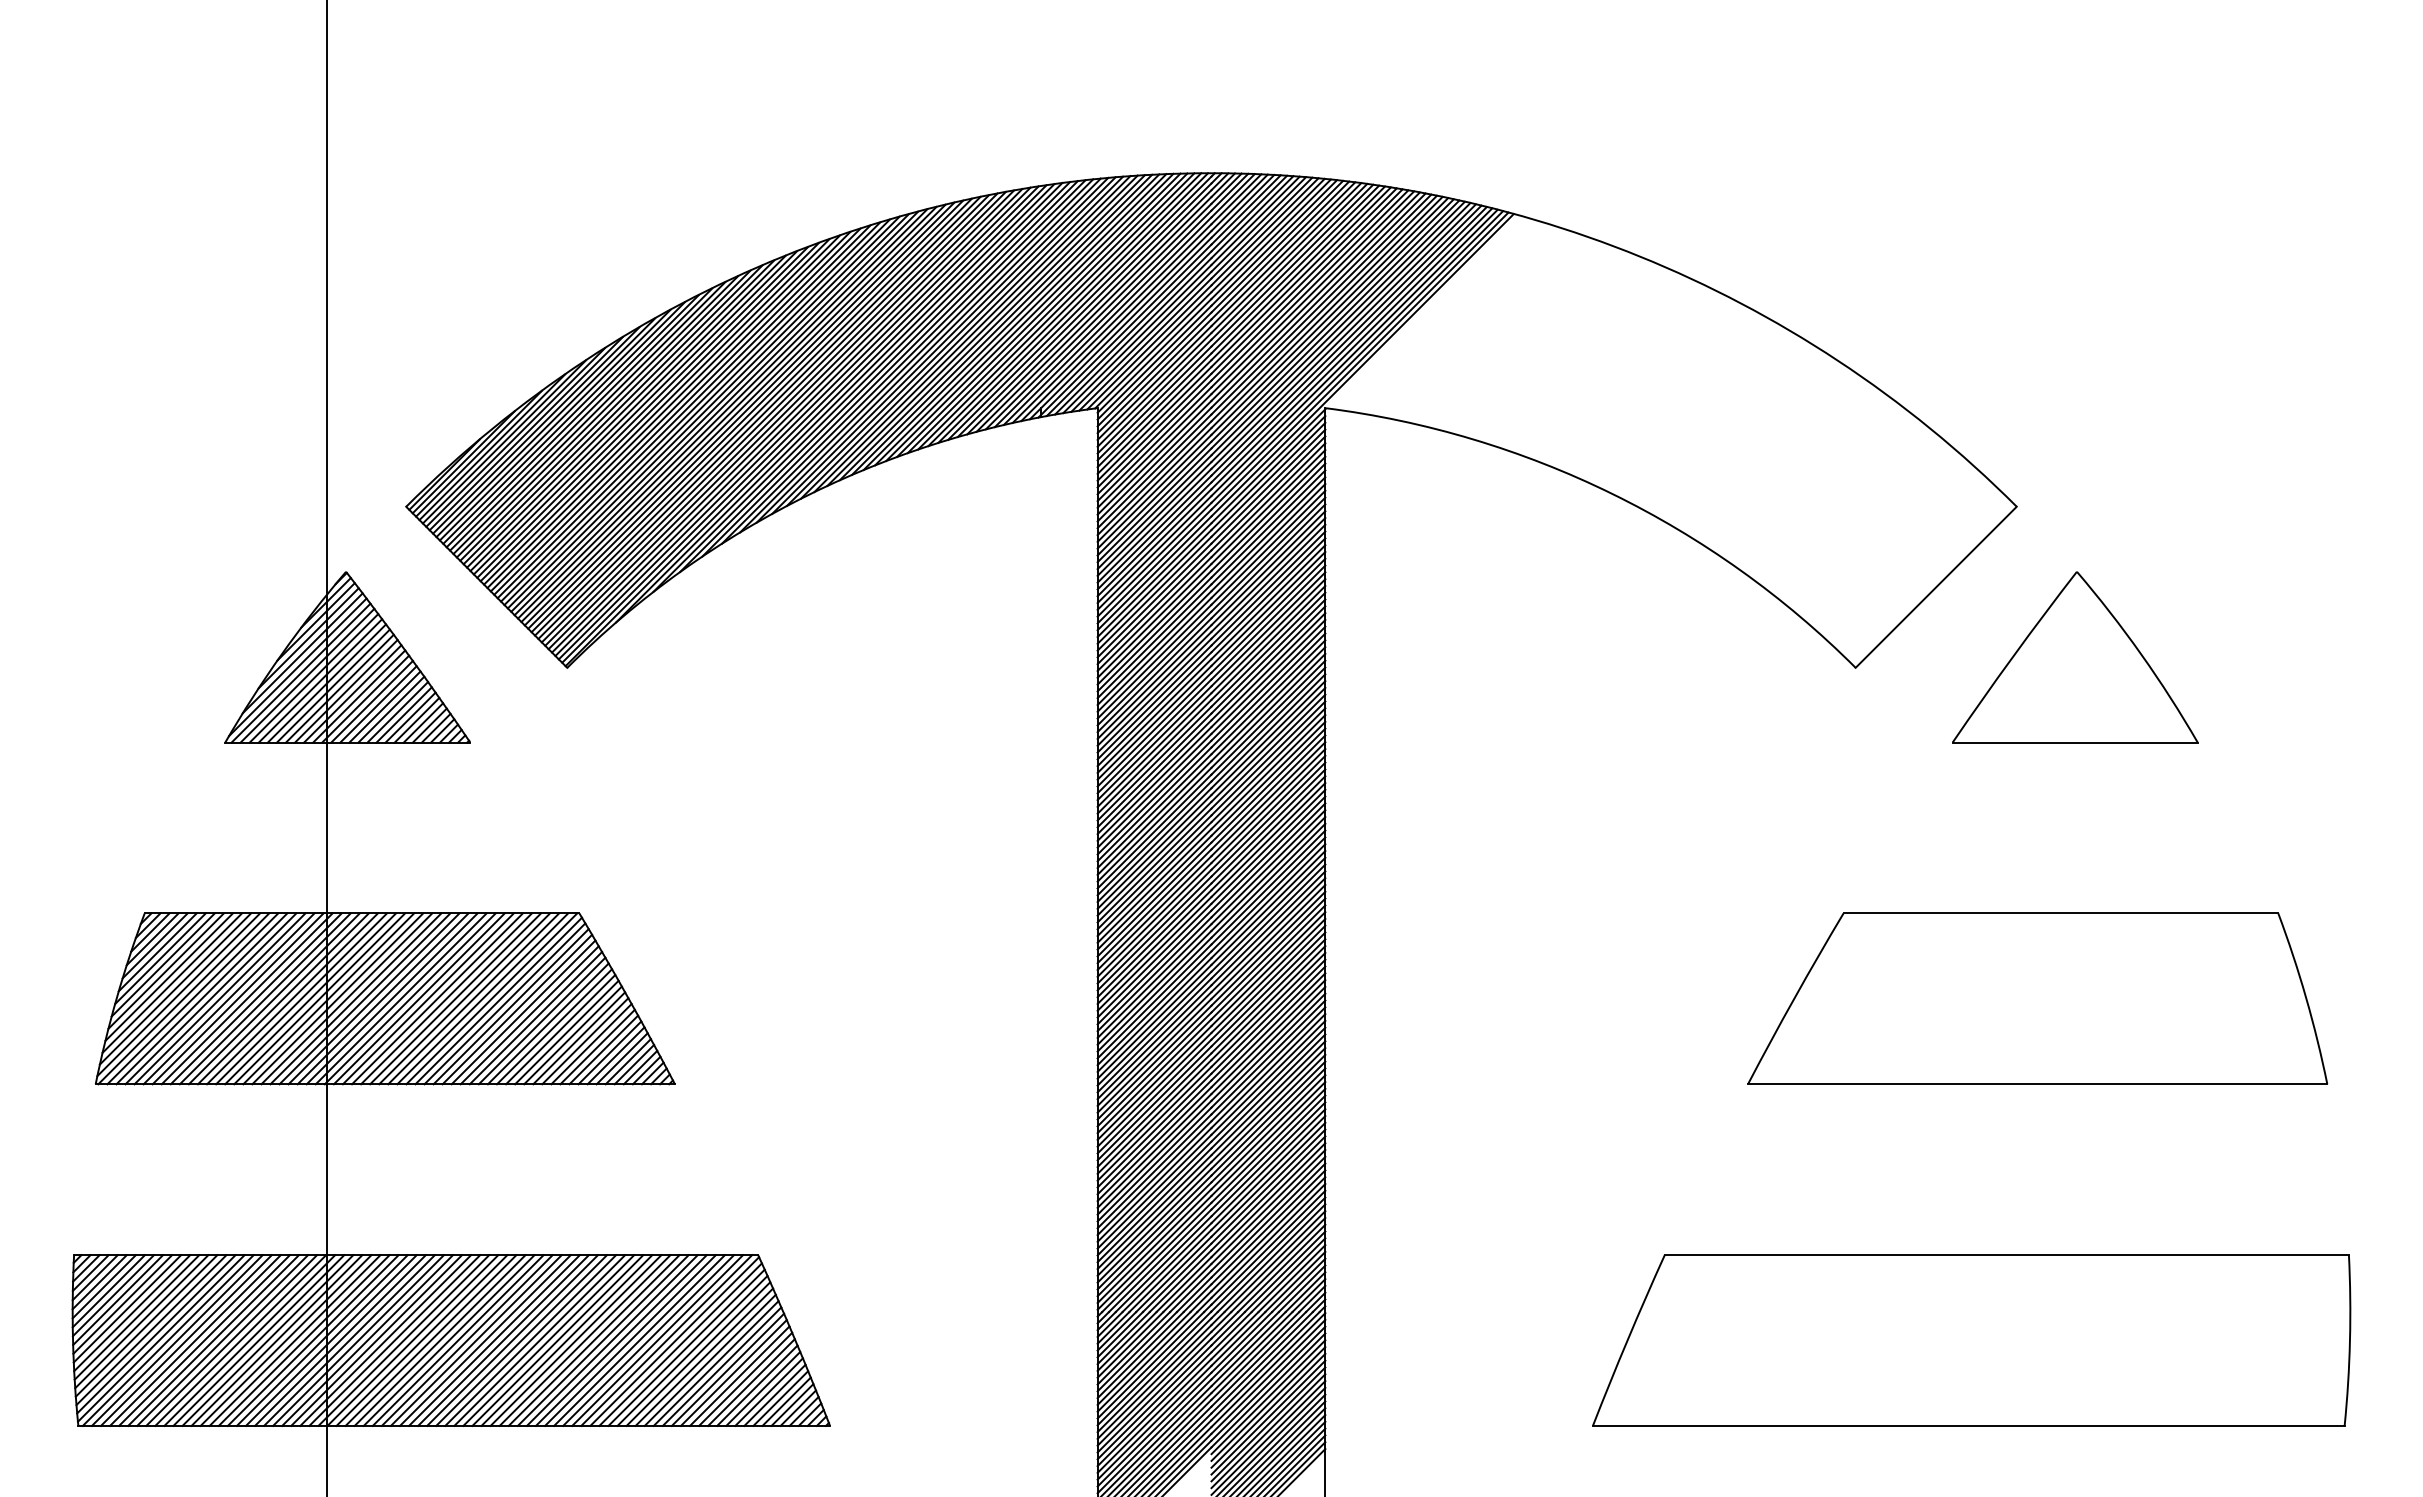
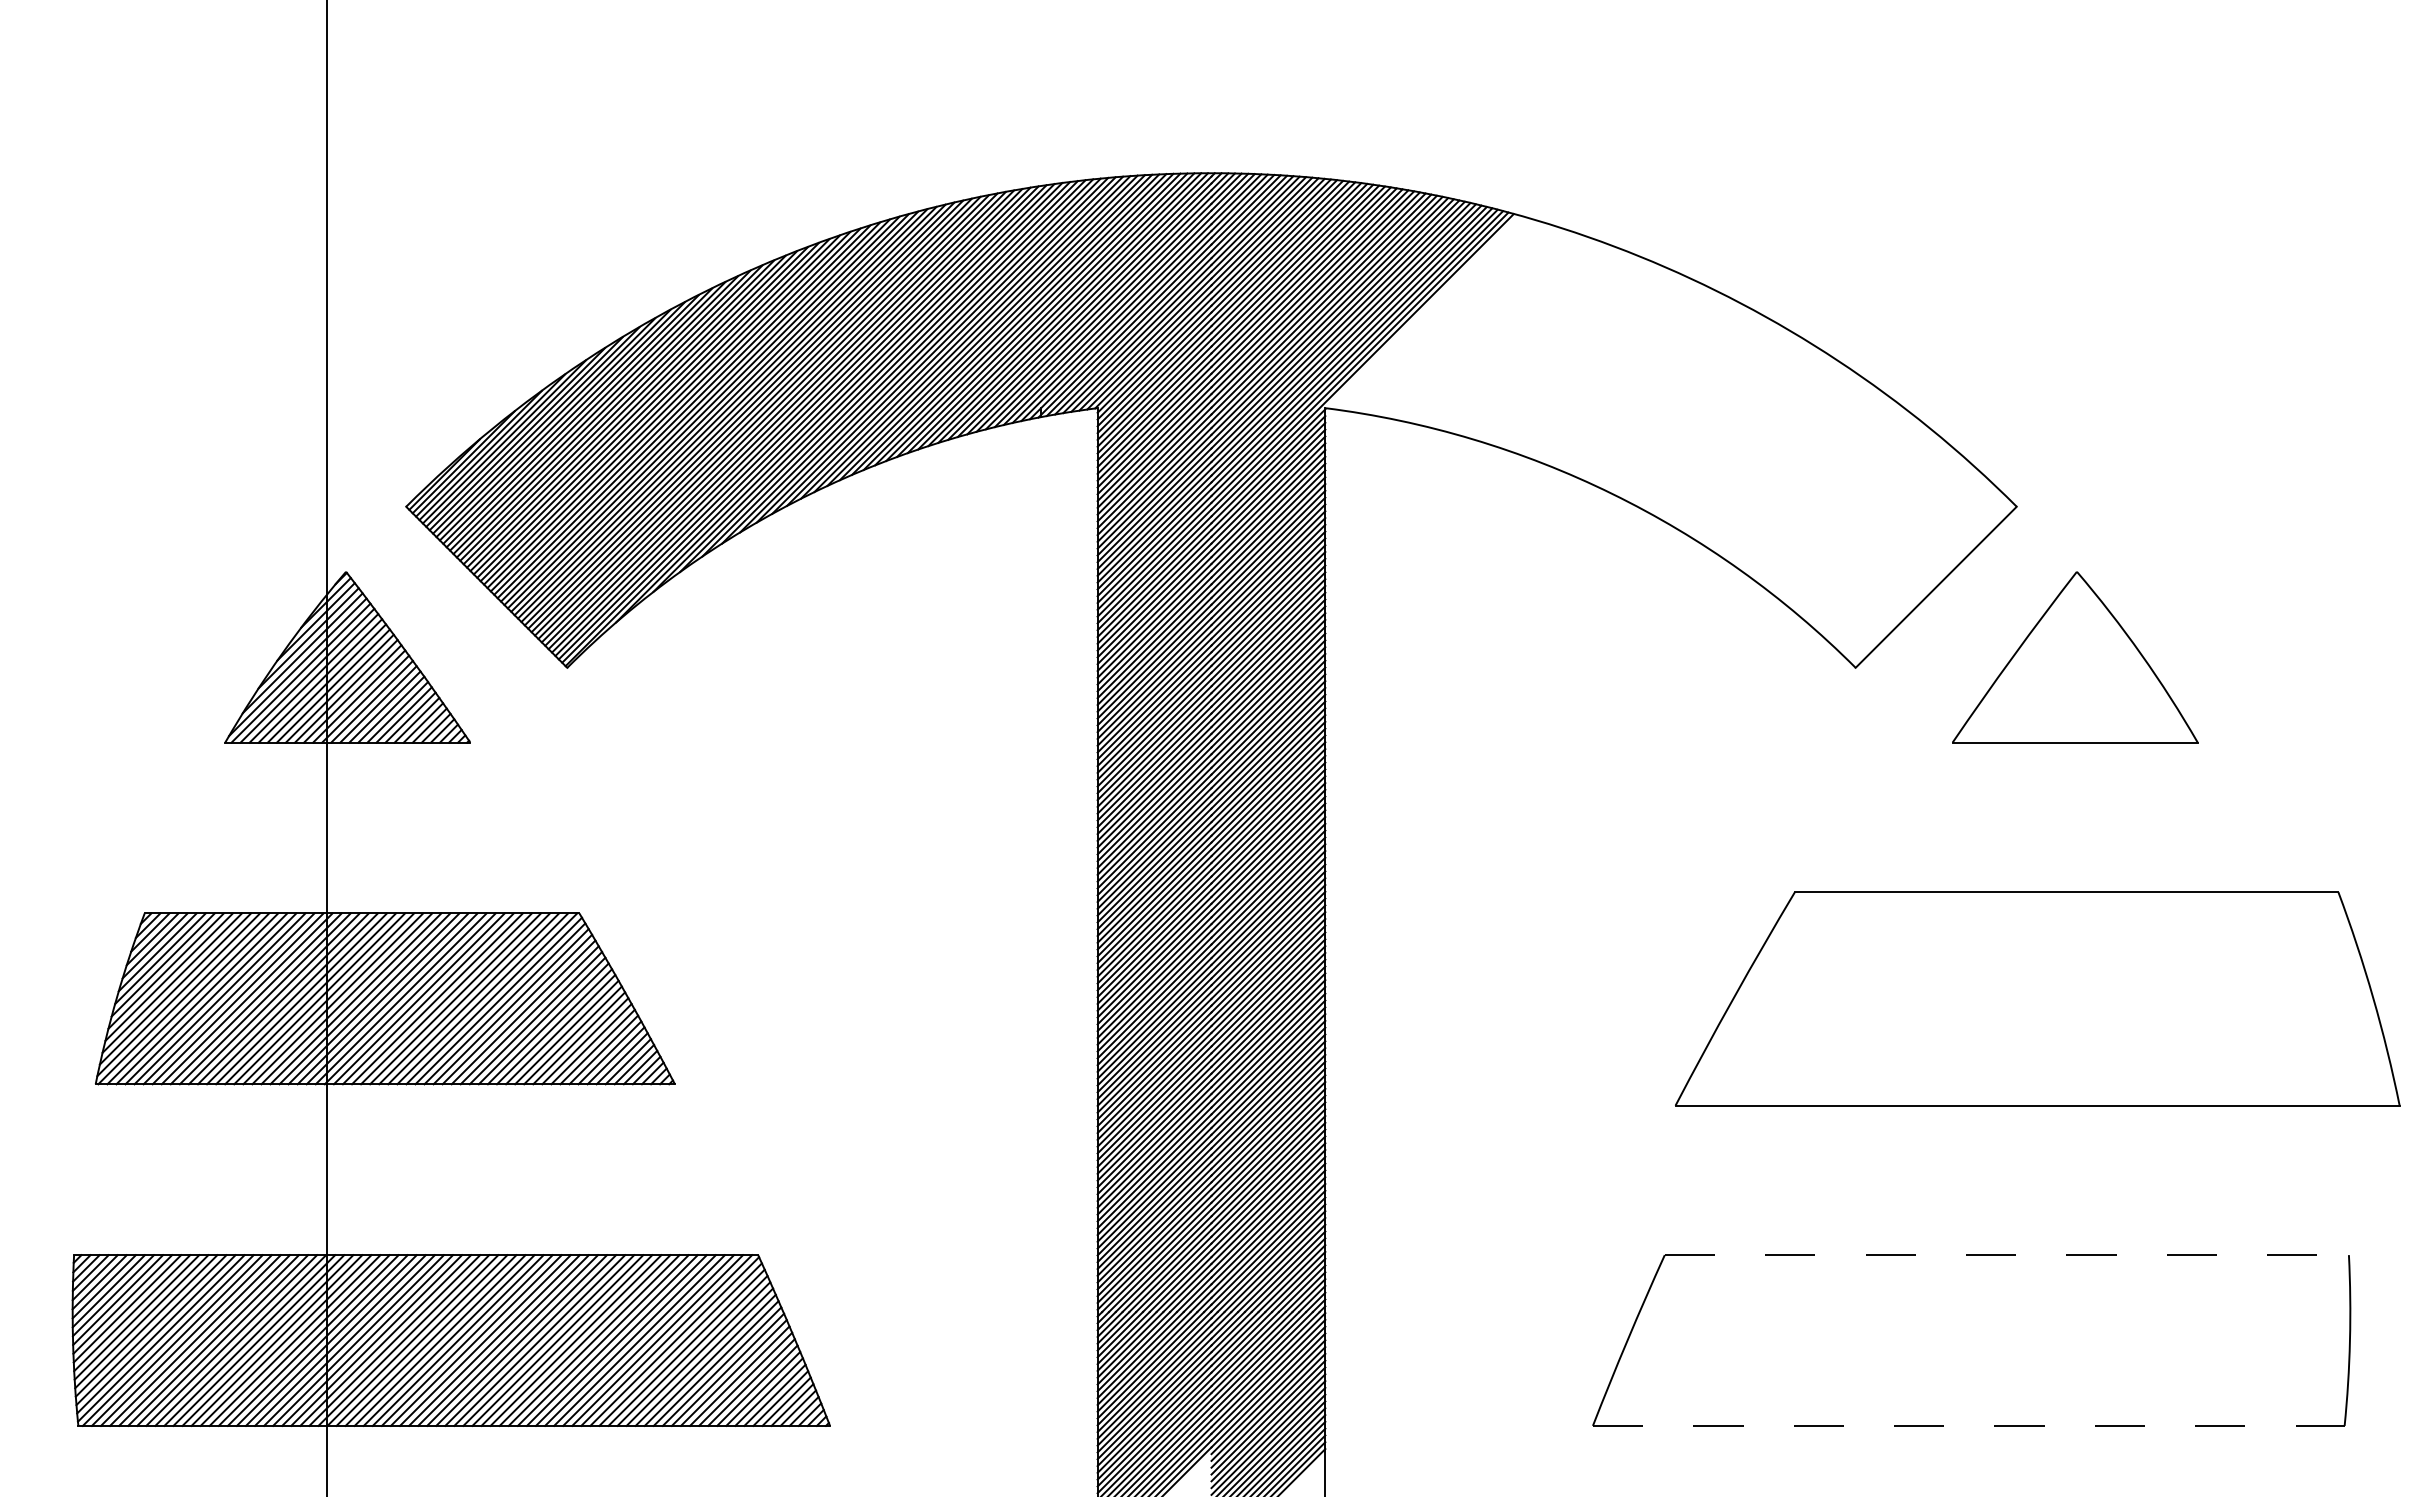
part at (2037, 998) size: 582x173 px -> 726x216 px
line at (2007, 1255): solid -> dashed
line at (1968, 1425): solid -> dashed
